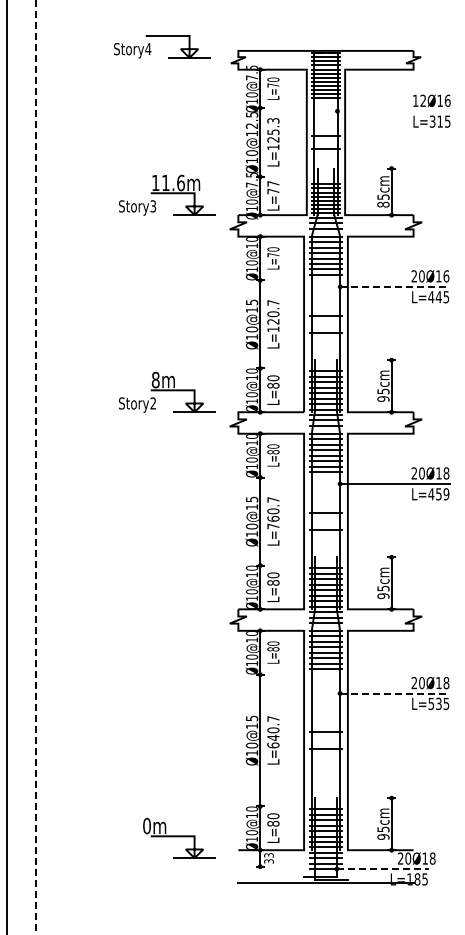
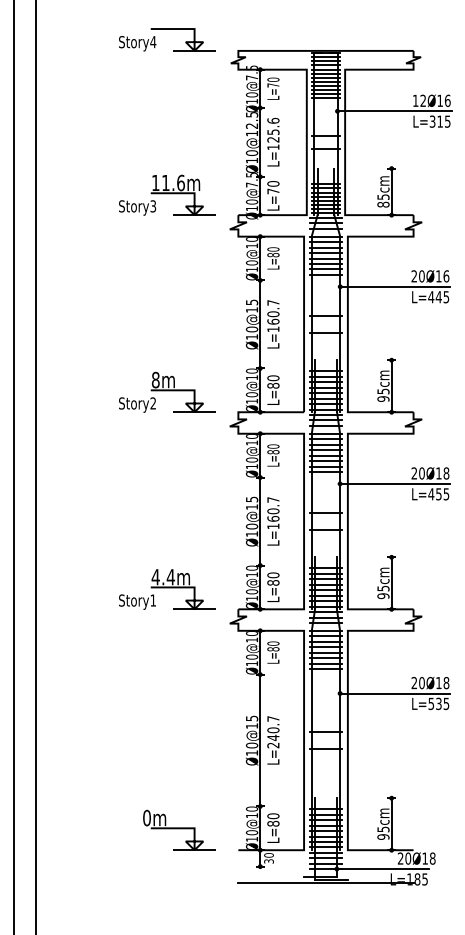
part at (162, 36) position: (162, 36) -> (167, 29)
line at (394, 111): none -> present
text at (273, 120): L=125.3 -> L=125.6
text at (273, 183): L=77 -> L=70
text at (273, 255): L=70 -> L=80
line at (395, 286): dashed -> solid
text at (273, 321): L=120.7 -> L=160.7
line at (6, 466) position: (6, 466) -> (13, 466)
line at (36, 467): dashed -> solid
text at (446, 493): L=459 -> L=455
text at (273, 526): L=760.7 -> L=160.7
part at (167, 589): none -> present
line at (395, 693): dashed -> solid
text at (273, 745): L=640.7 -> L=240.7
part at (179, 837) position: (179, 837) -> (179, 829)
text at (268, 855): 33 -> 30
line at (383, 869): dashed -> solid
